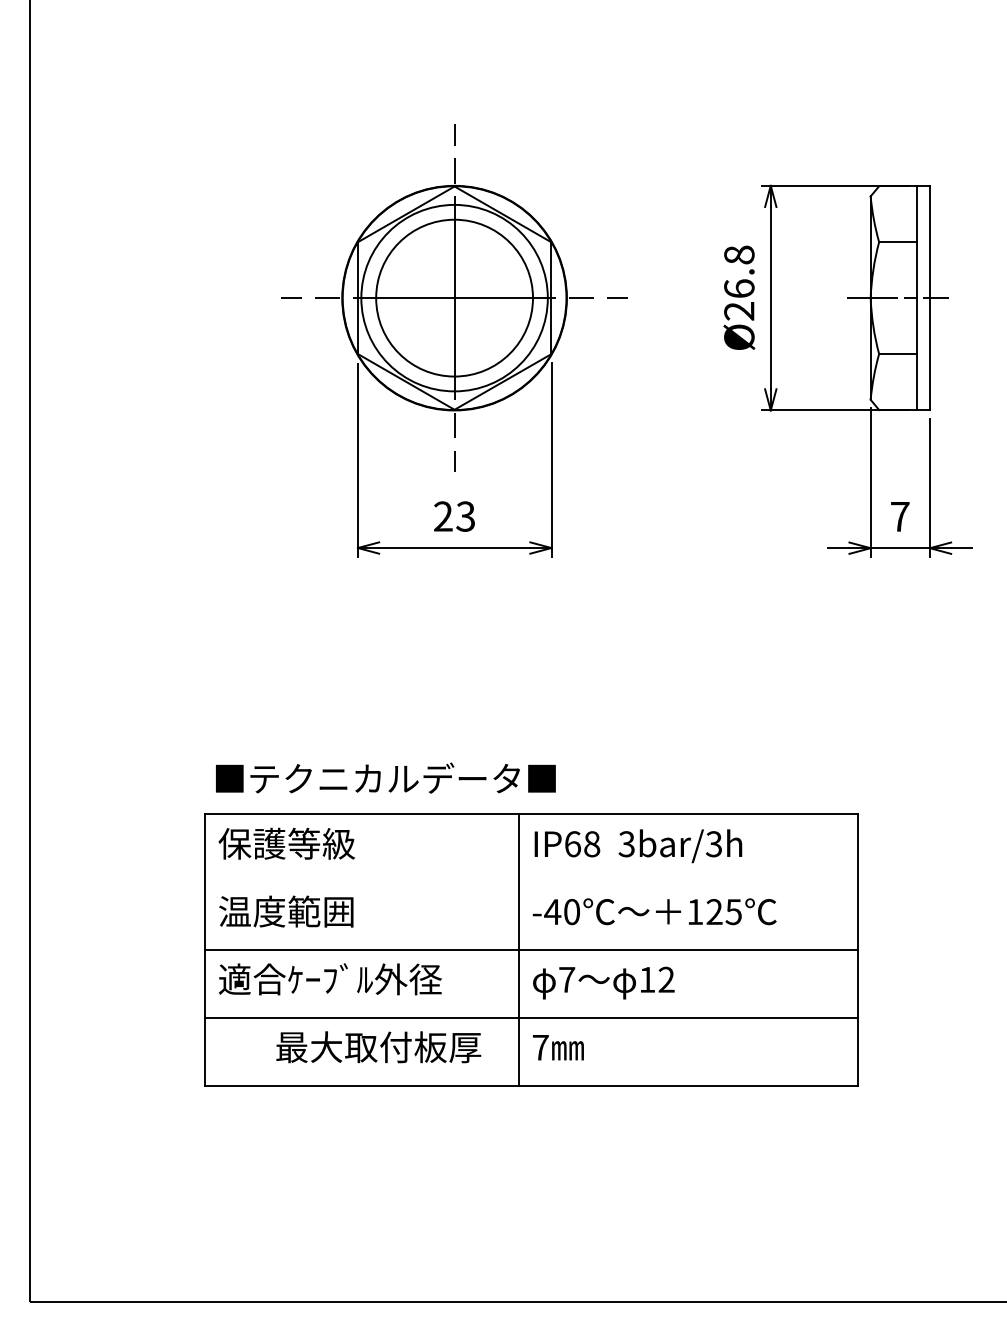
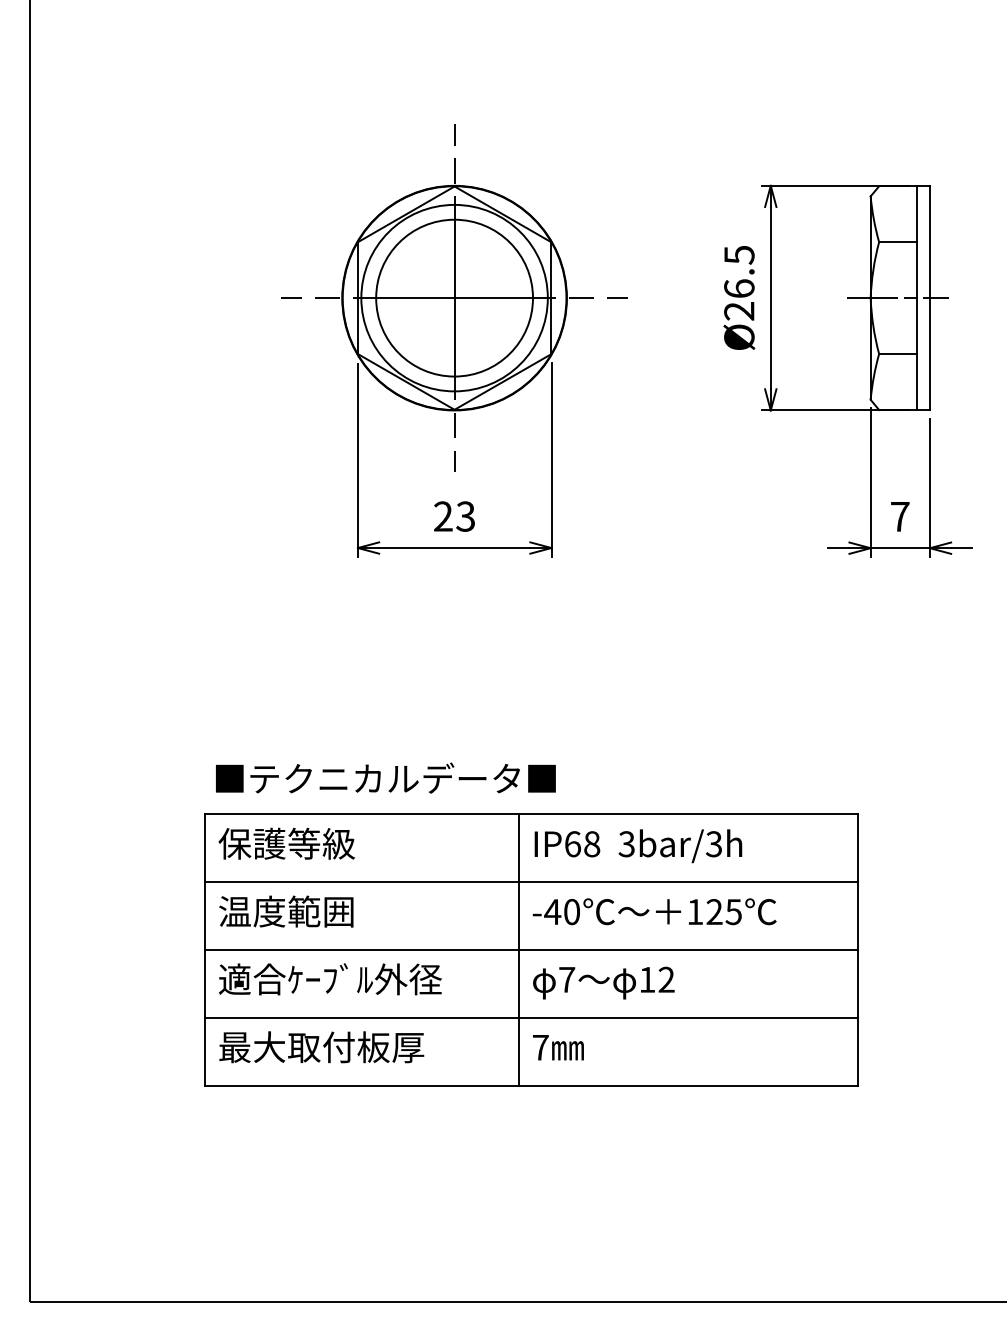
text at (739, 254): Ø26.8 -> Ø26.5
line at (531, 882): none -> present
text at (378, 1047) position: (378, 1047) -> (321, 1047)
